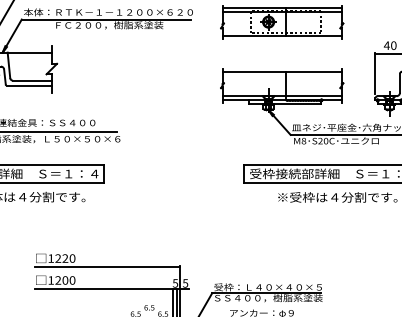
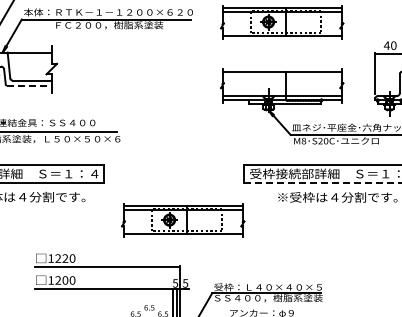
line at (29, 85): solid -> dashed
line at (323, 183): solid -> dashed
part at (183, 220): none -> present
